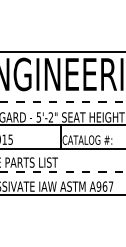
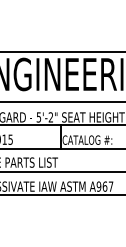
line at (63, 102): dashed -> solid
line at (63, 171): dashed -> solid
